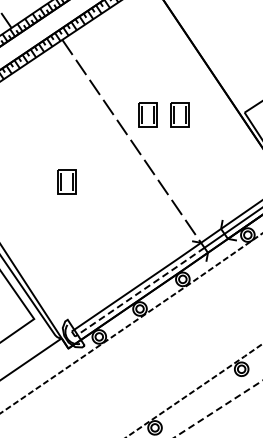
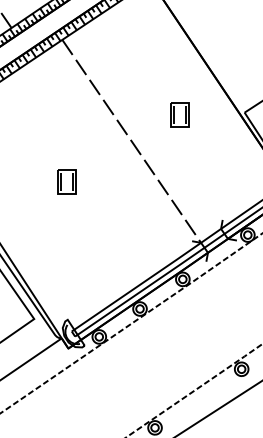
part at (147, 114): present -> none
line at (140, 292): dashed -> solid
line at (219, 408): dashed -> solid
